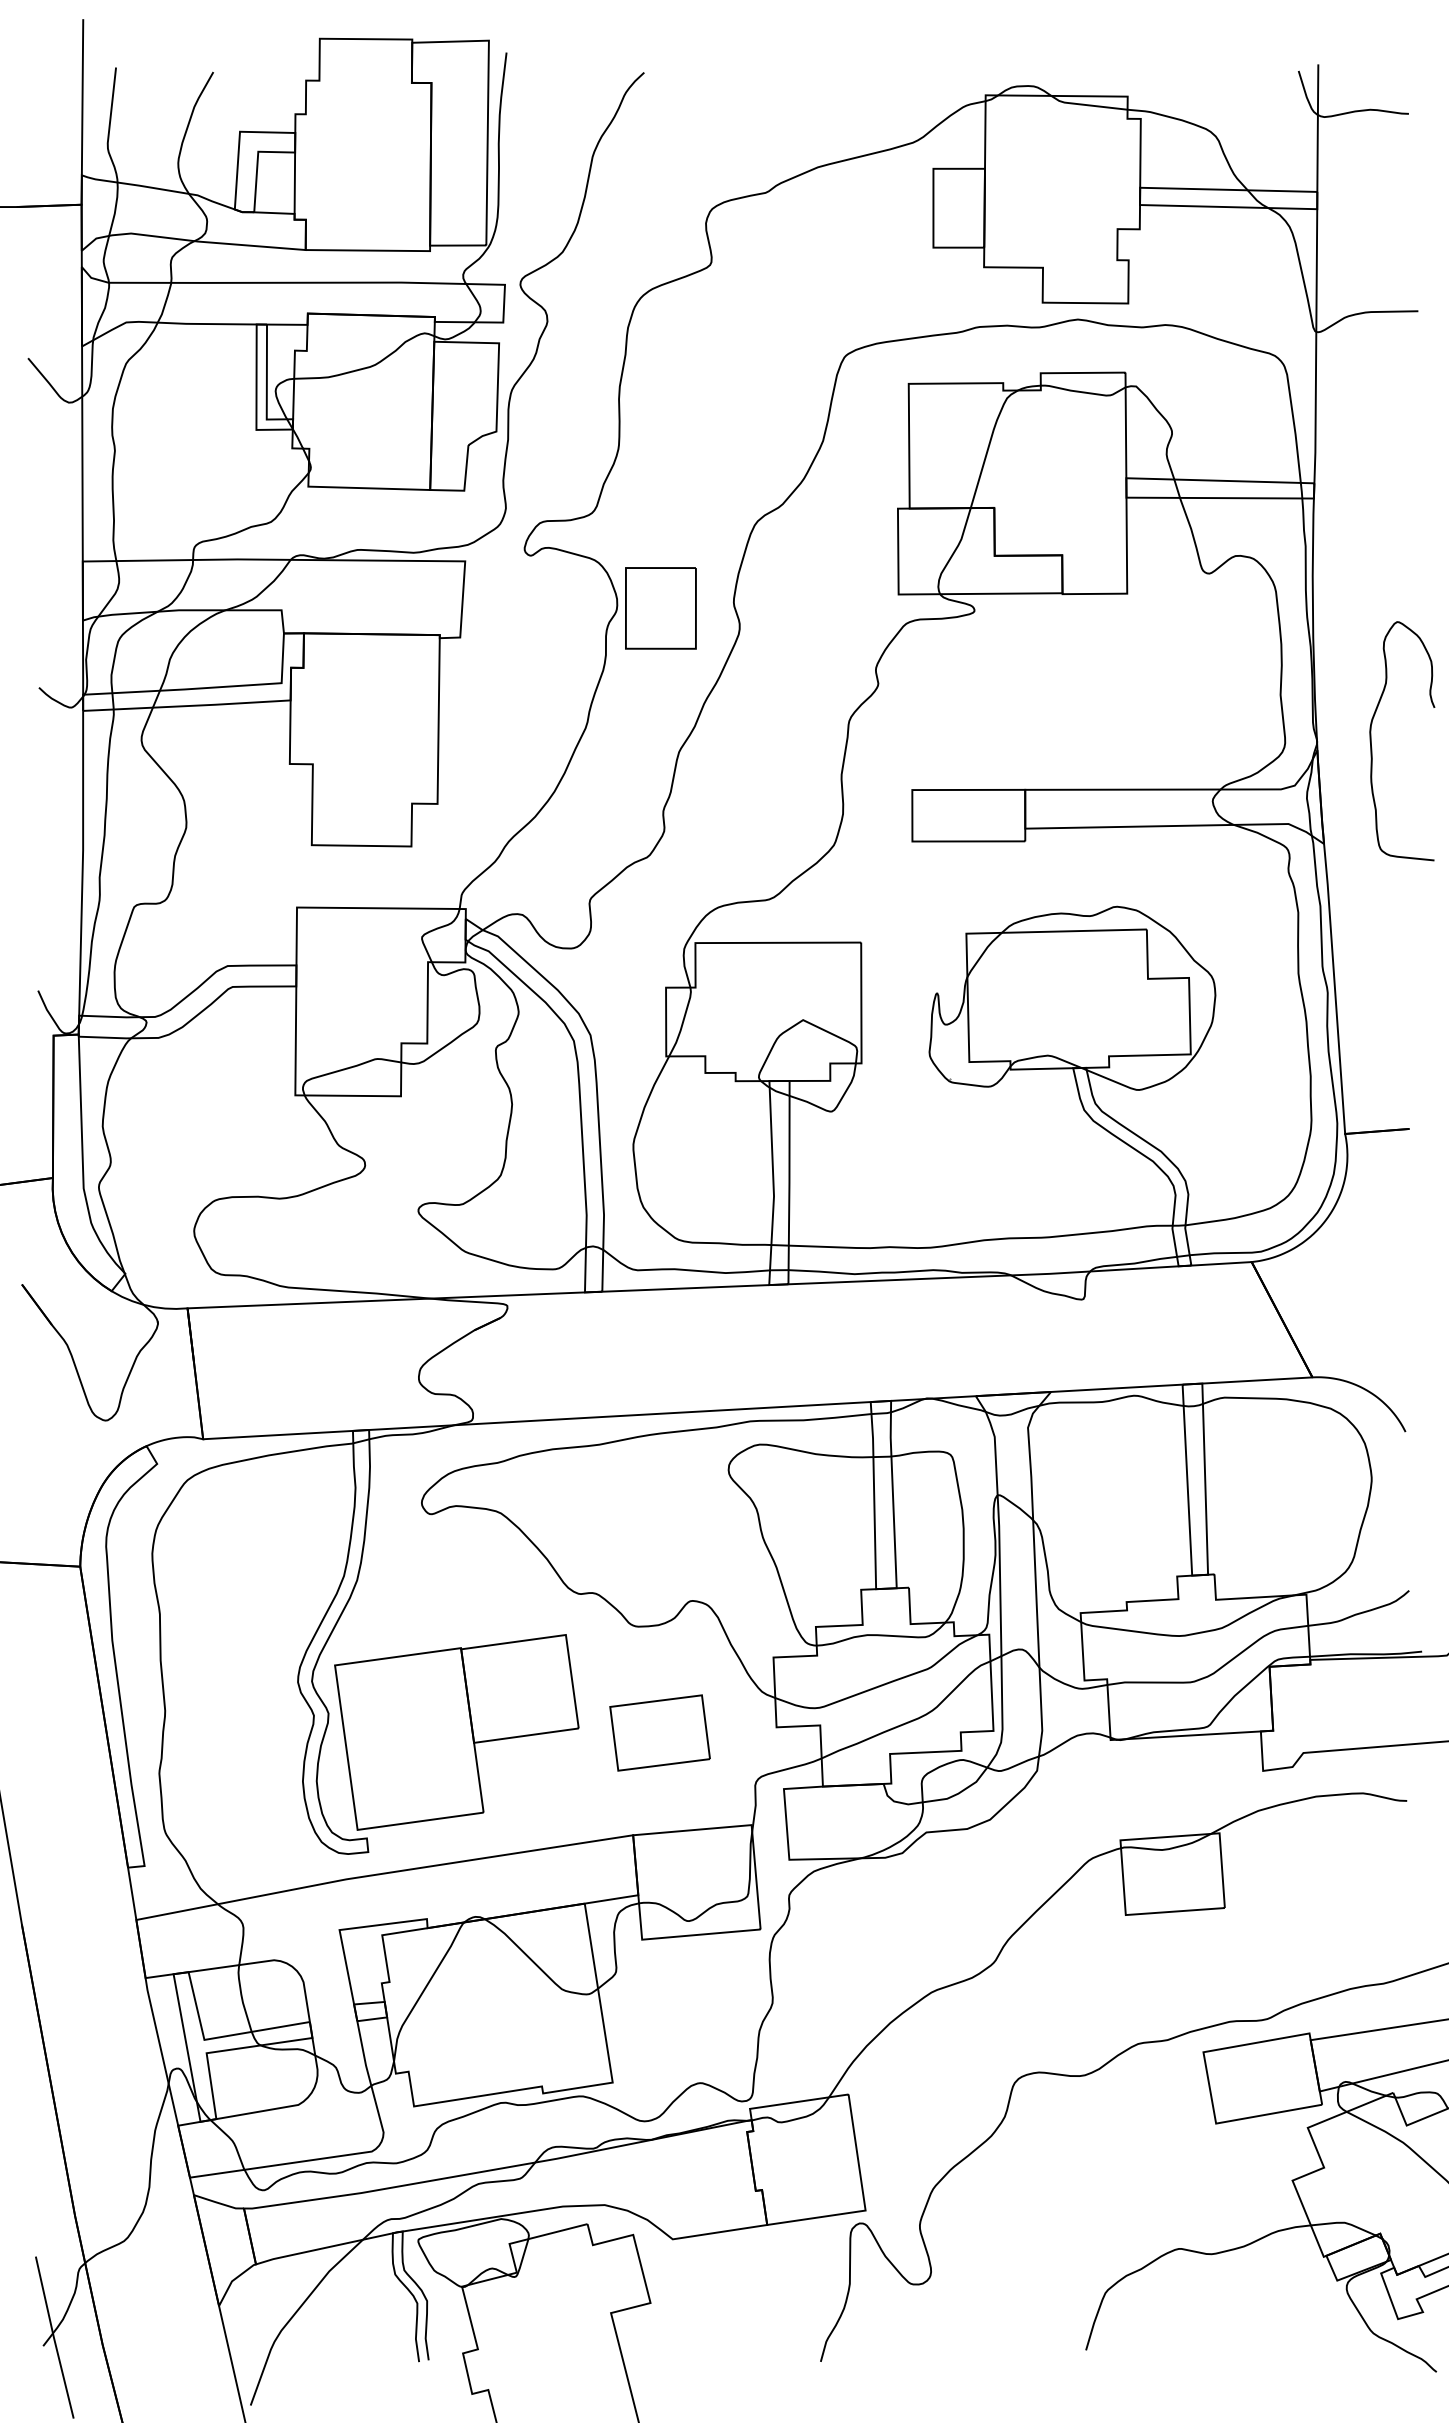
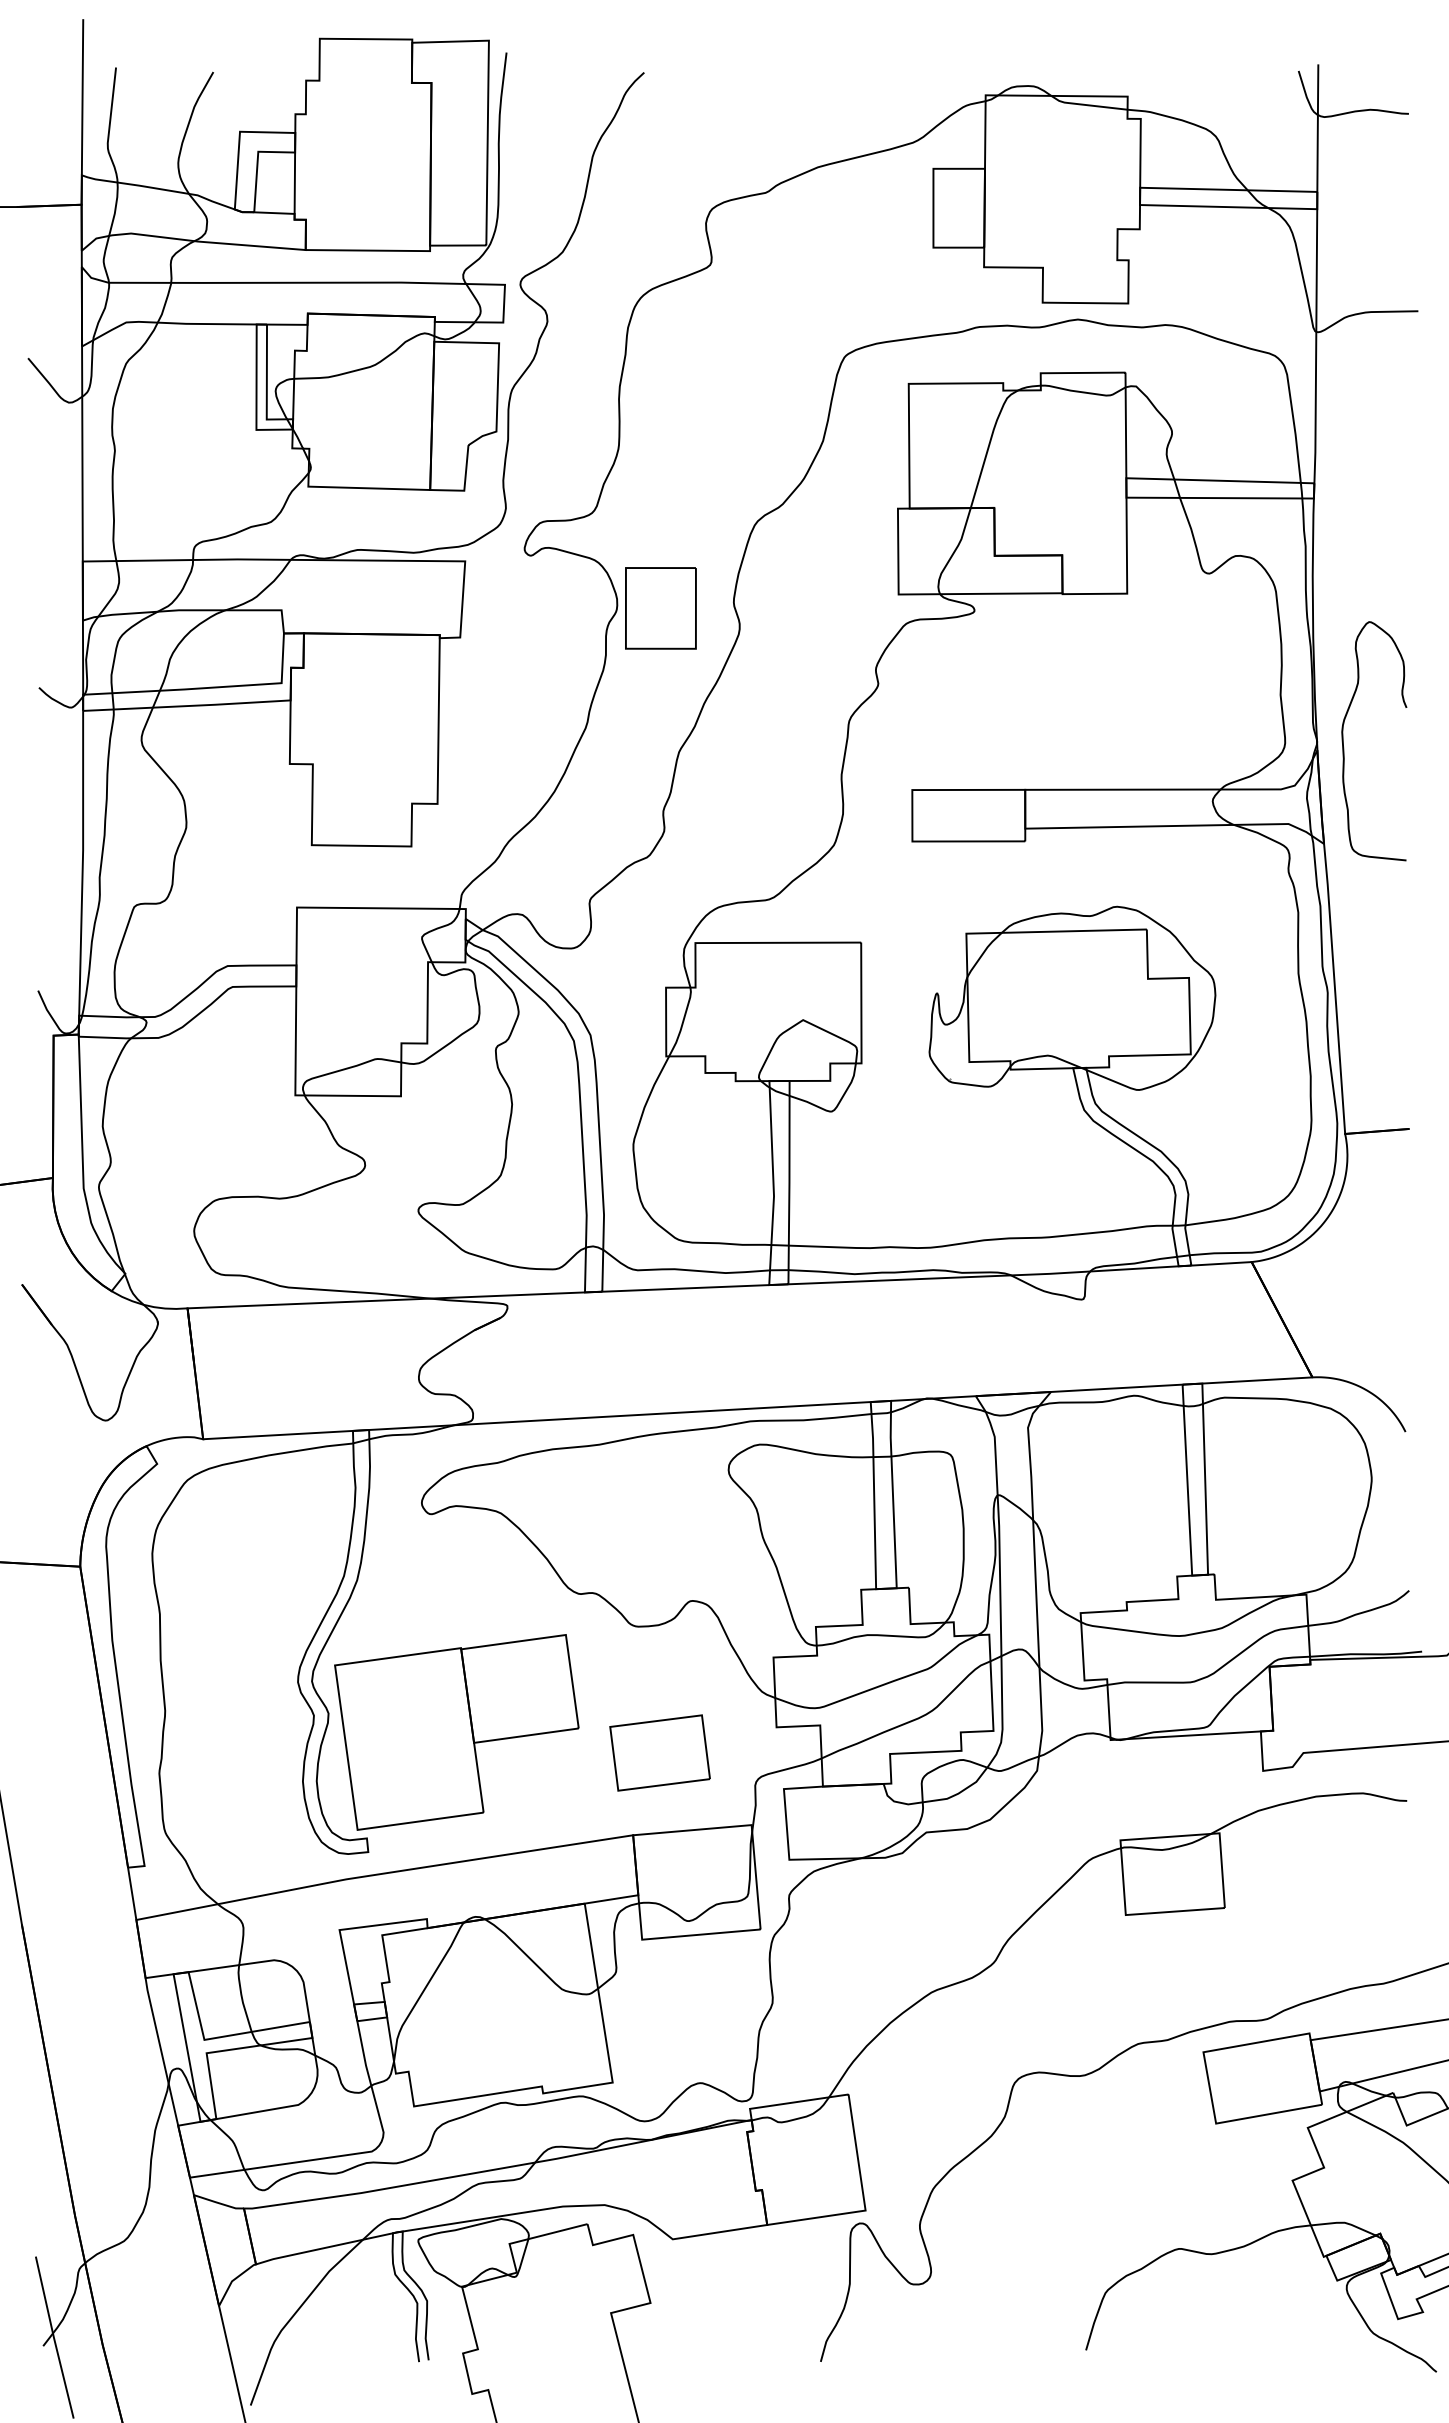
curve at (1372, 747) position: (1372, 747) -> (1344, 747)
part at (659, 1732) position: (659, 1732) -> (659, 1752)
